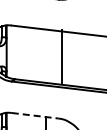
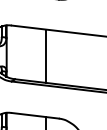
line at (61, 55) position: (61, 55) -> (45, 55)
line at (35, 115): dashed -> solid
